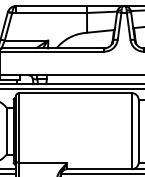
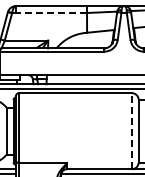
line at (51, 13): solid -> dashed
line at (131, 130): solid -> dashed
